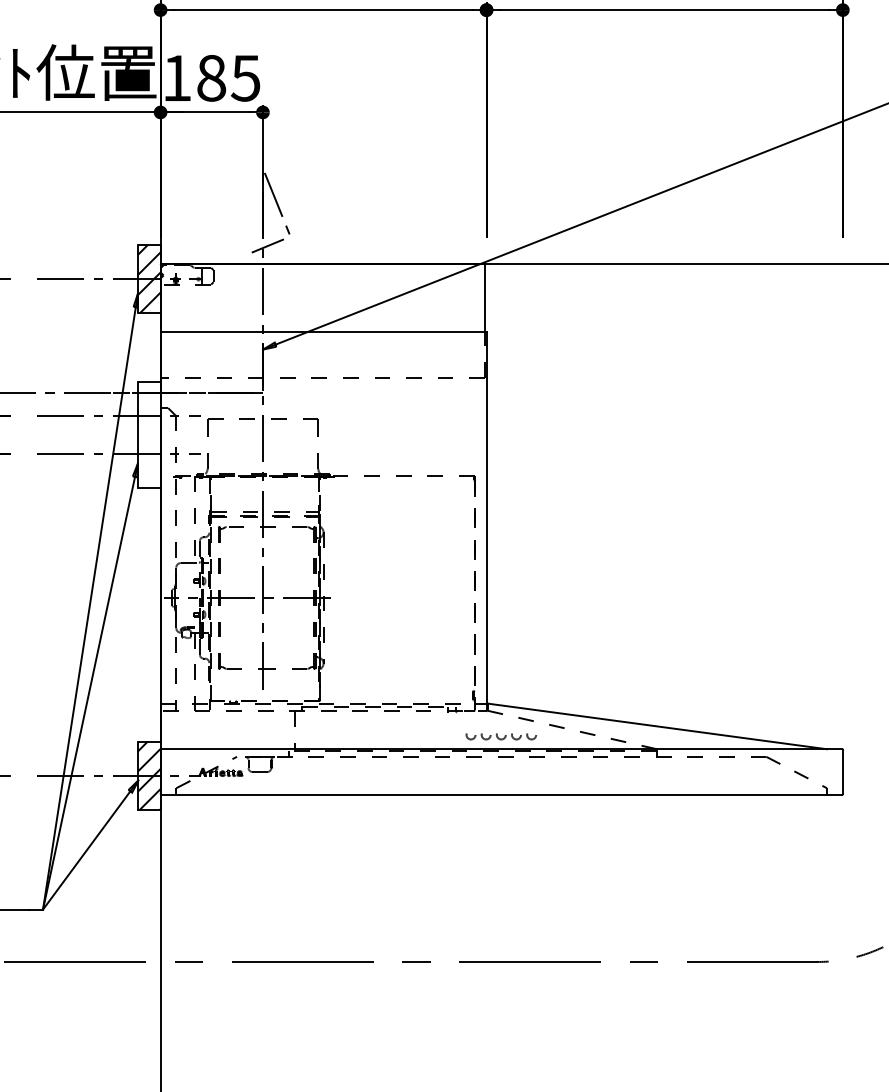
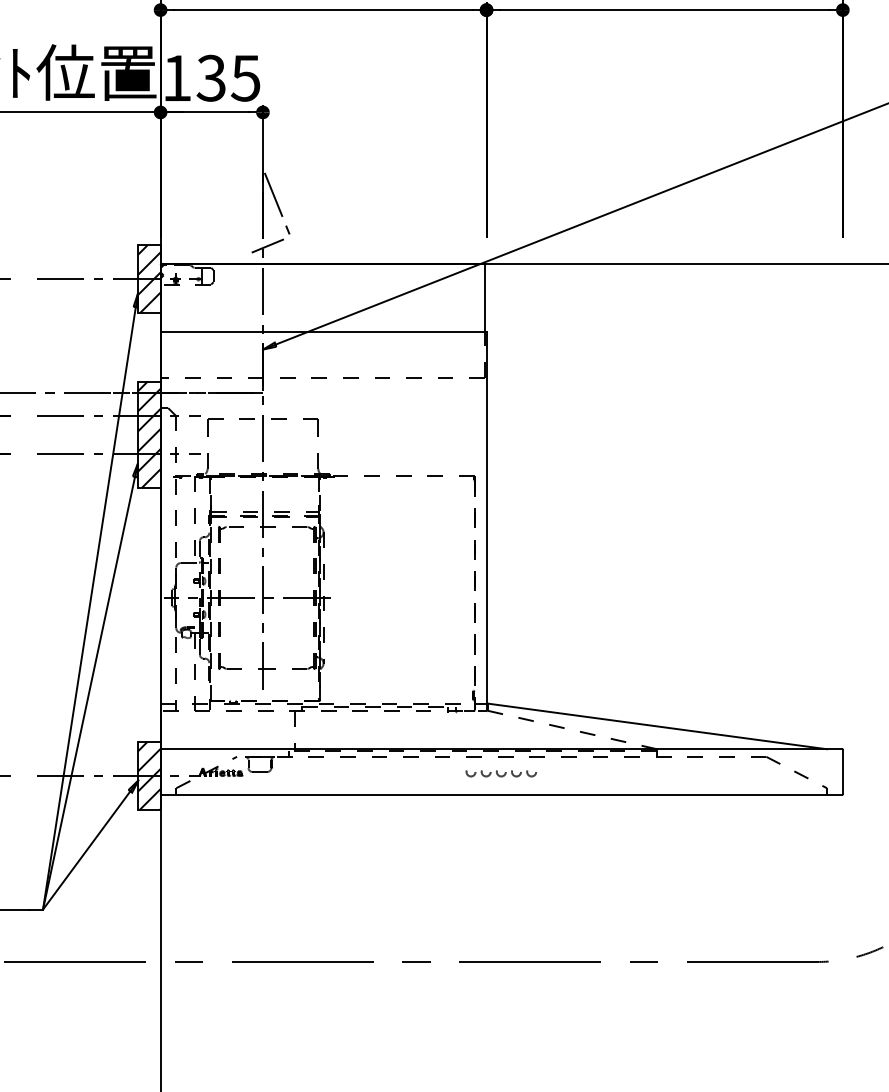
text at (211, 77): 185 -> 135
hatch at (148, 434): none -> present
part at (501, 736) position: (501, 736) -> (501, 773)
